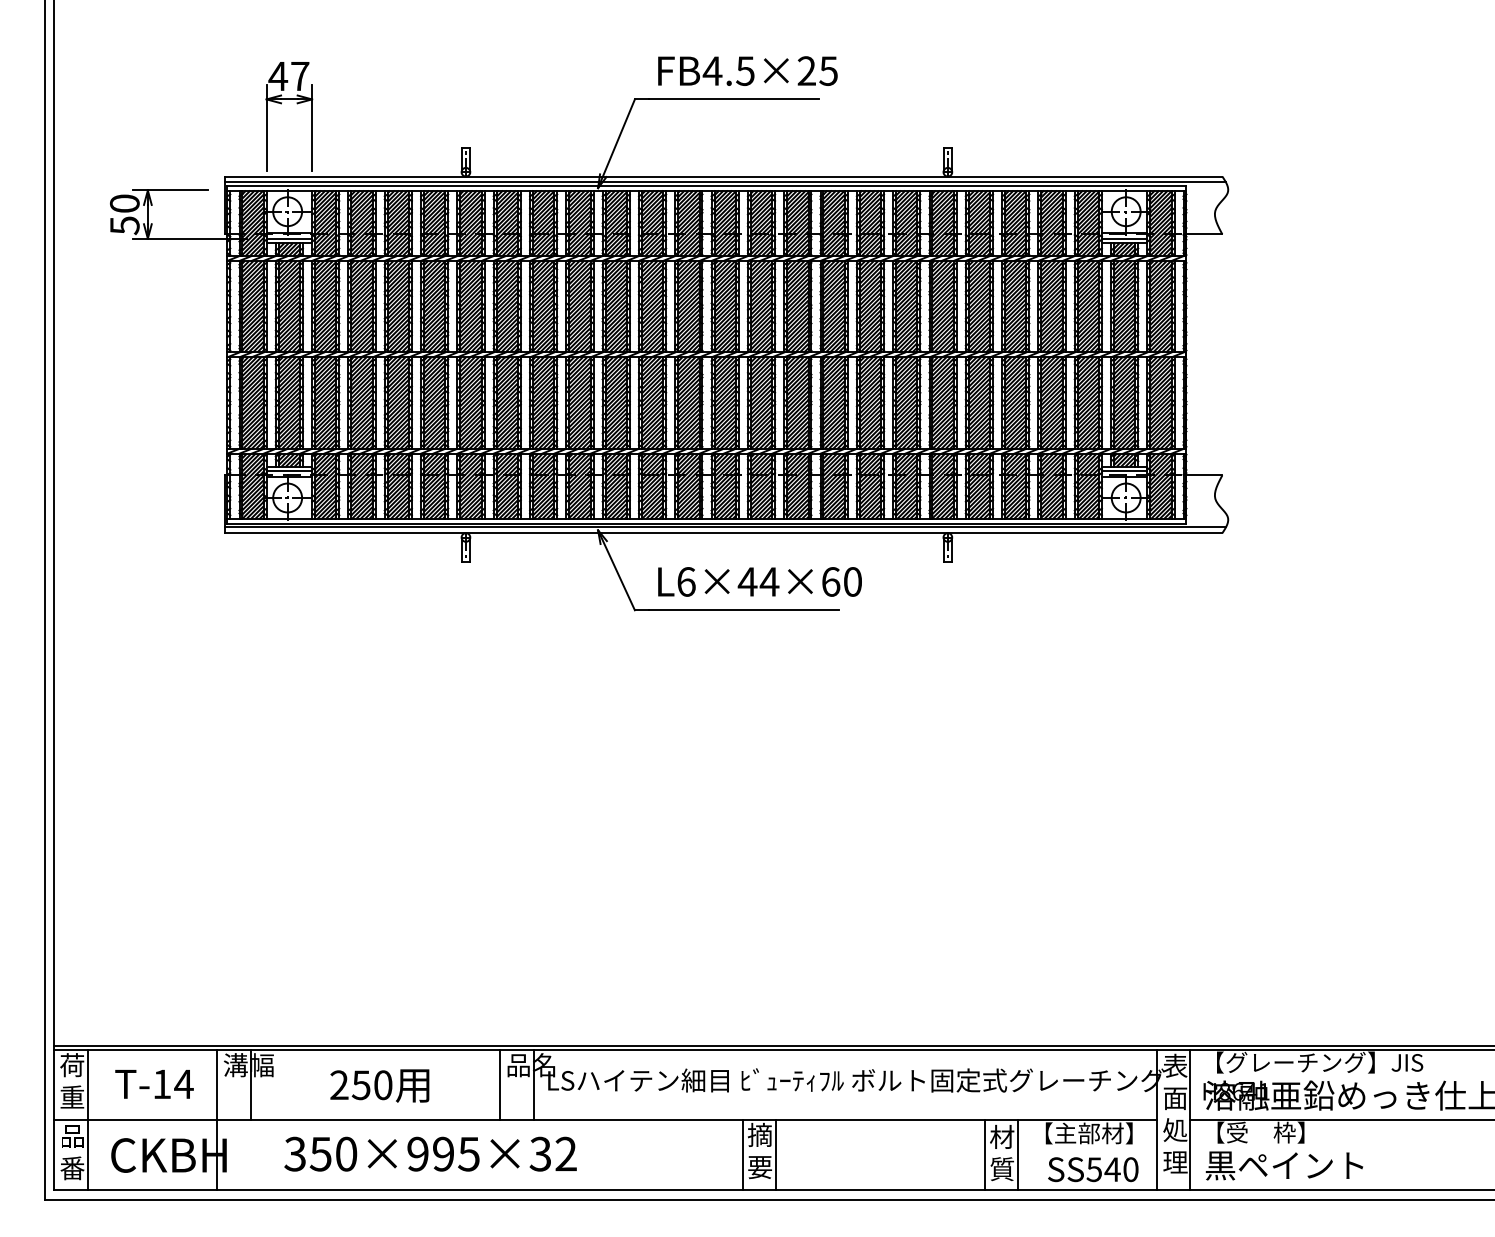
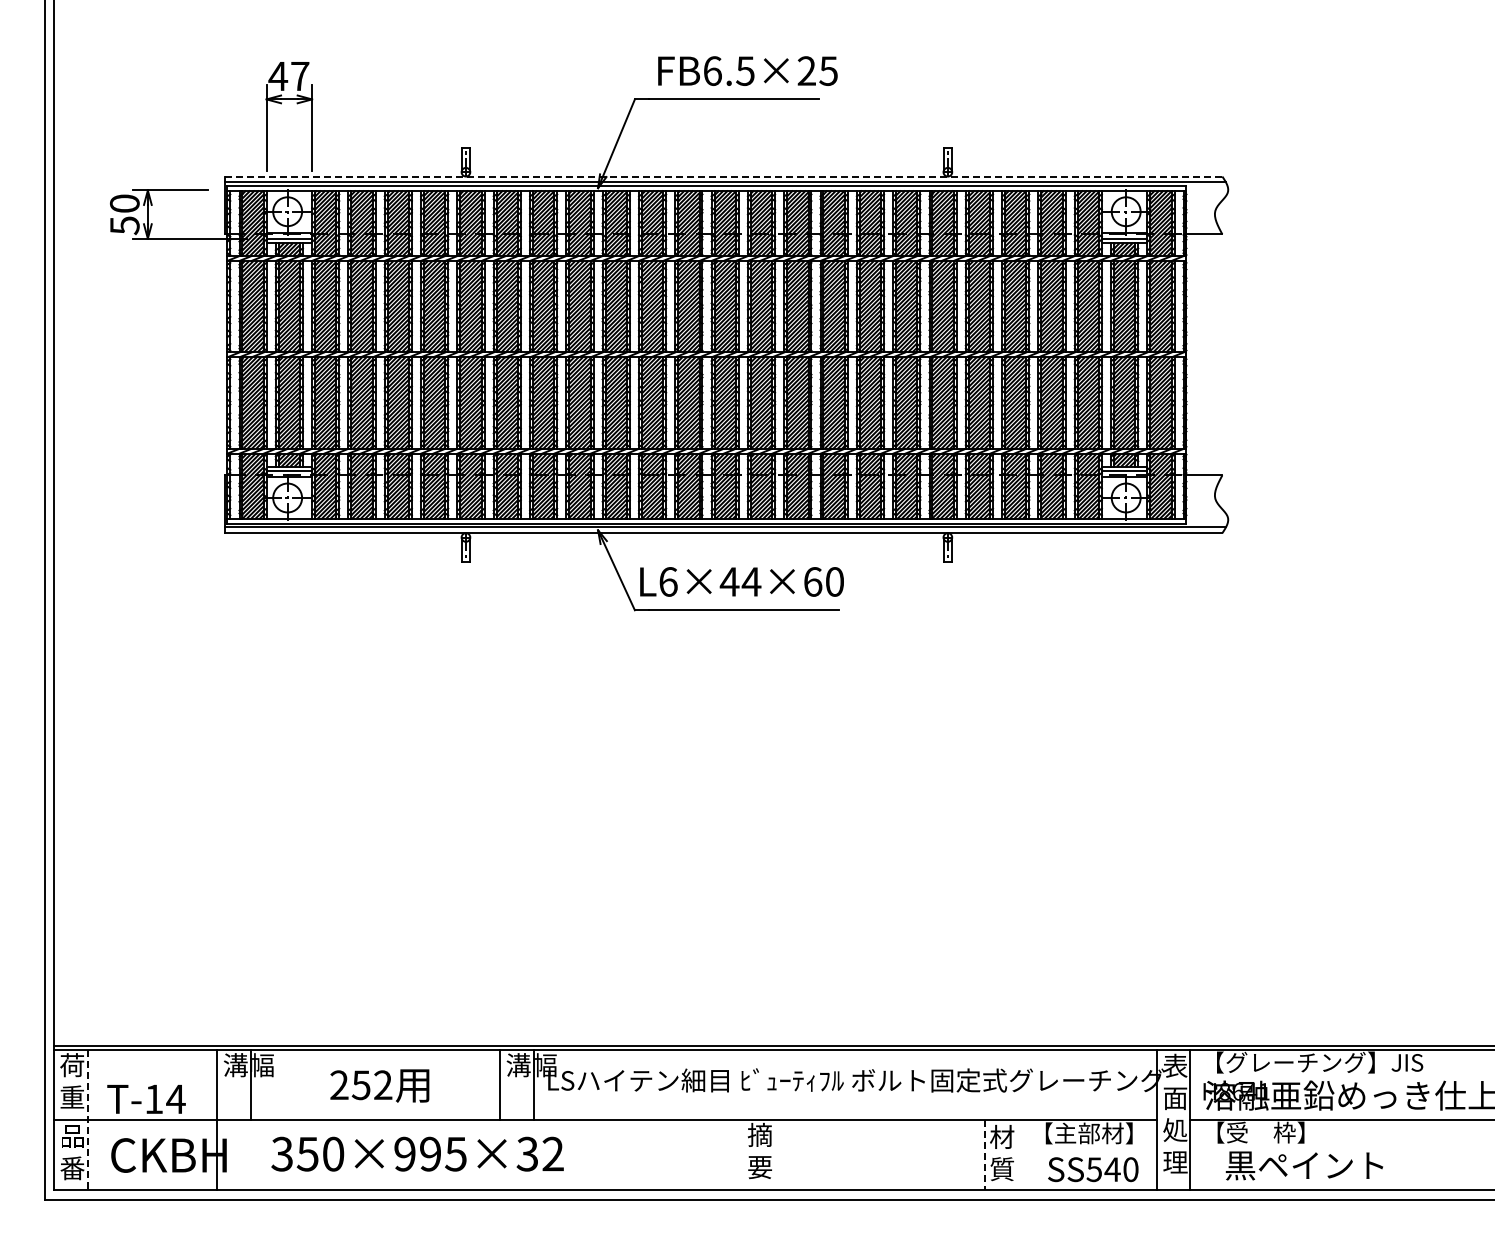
text at (712, 71): FB4.5×25 -> FB6.5×25
line at (723, 176): solid -> dashed
text at (759, 581) position: (759, 581) -> (741, 581)
text at (531, 1065): 品名 -> 溝幅
text at (154, 1084) position: (154, 1084) -> (146, 1099)
text at (383, 1085): 250 -> 252
line at (88, 1120): solid -> dashed
text at (430, 1153) position: (430, 1153) -> (417, 1153)
line at (742, 1155): present -> none
line at (776, 1155): present -> none
line at (984, 1155): solid -> dashed
line at (1018, 1155): present -> none
text at (1284, 1165) position: (1284, 1165) -> (1304, 1165)
